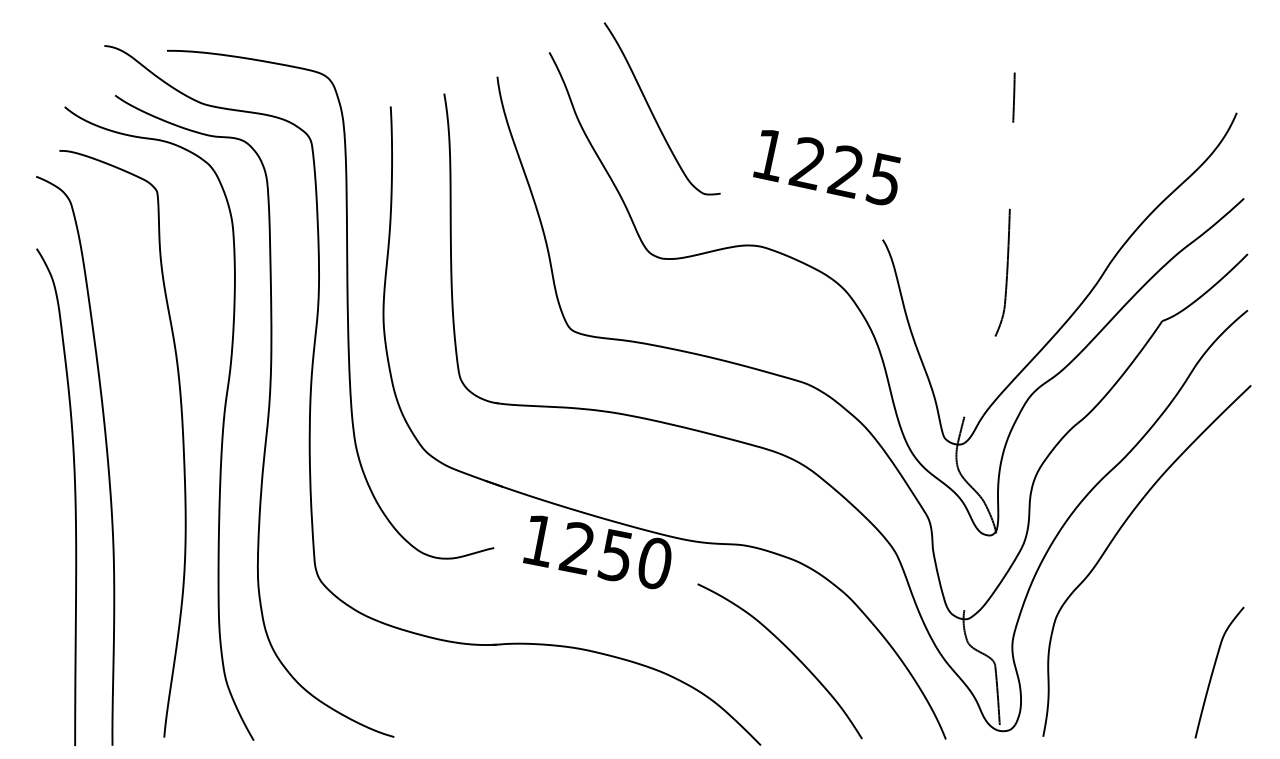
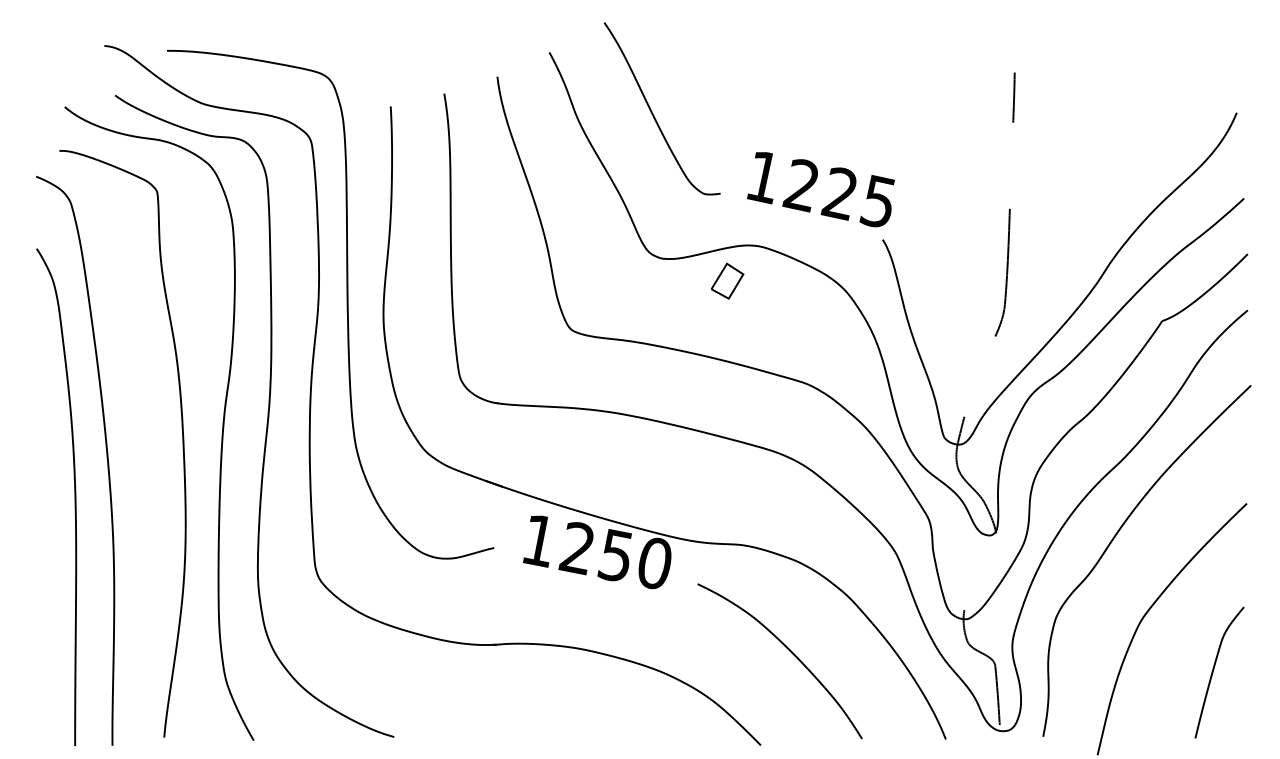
text at (826, 167) position: (826, 167) -> (820, 189)
part at (727, 280): none -> present
curve at (1148, 612): none -> present
